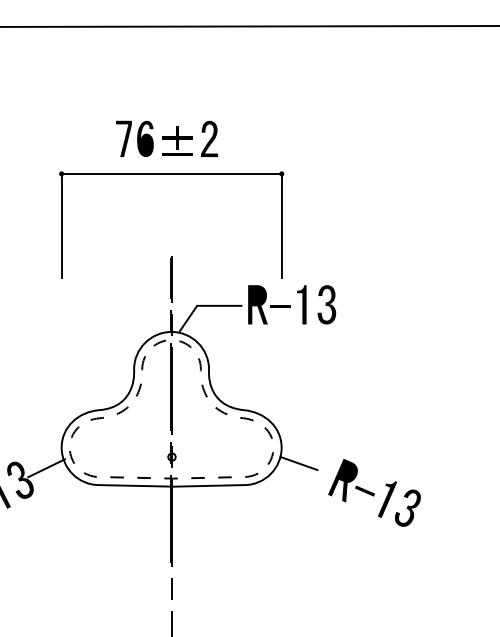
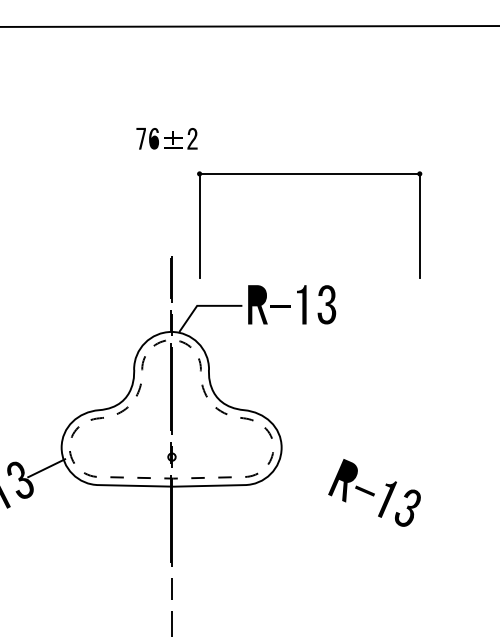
part at (166, 138) size: 102x37 px -> 62x22 px
part at (171, 174) position: (171, 174) -> (309, 174)
line at (298, 463): present -> none
